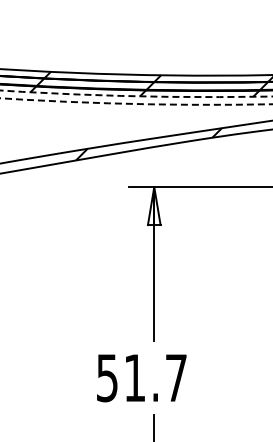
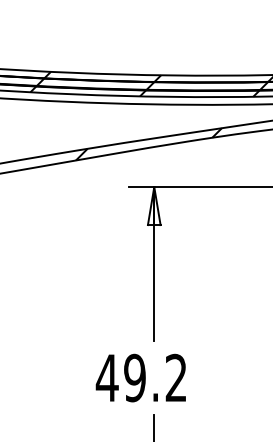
arc at (136, 96): dashed -> solid
arc at (136, 104): dashed -> solid
text at (140, 377): 51.7 -> 49.2
